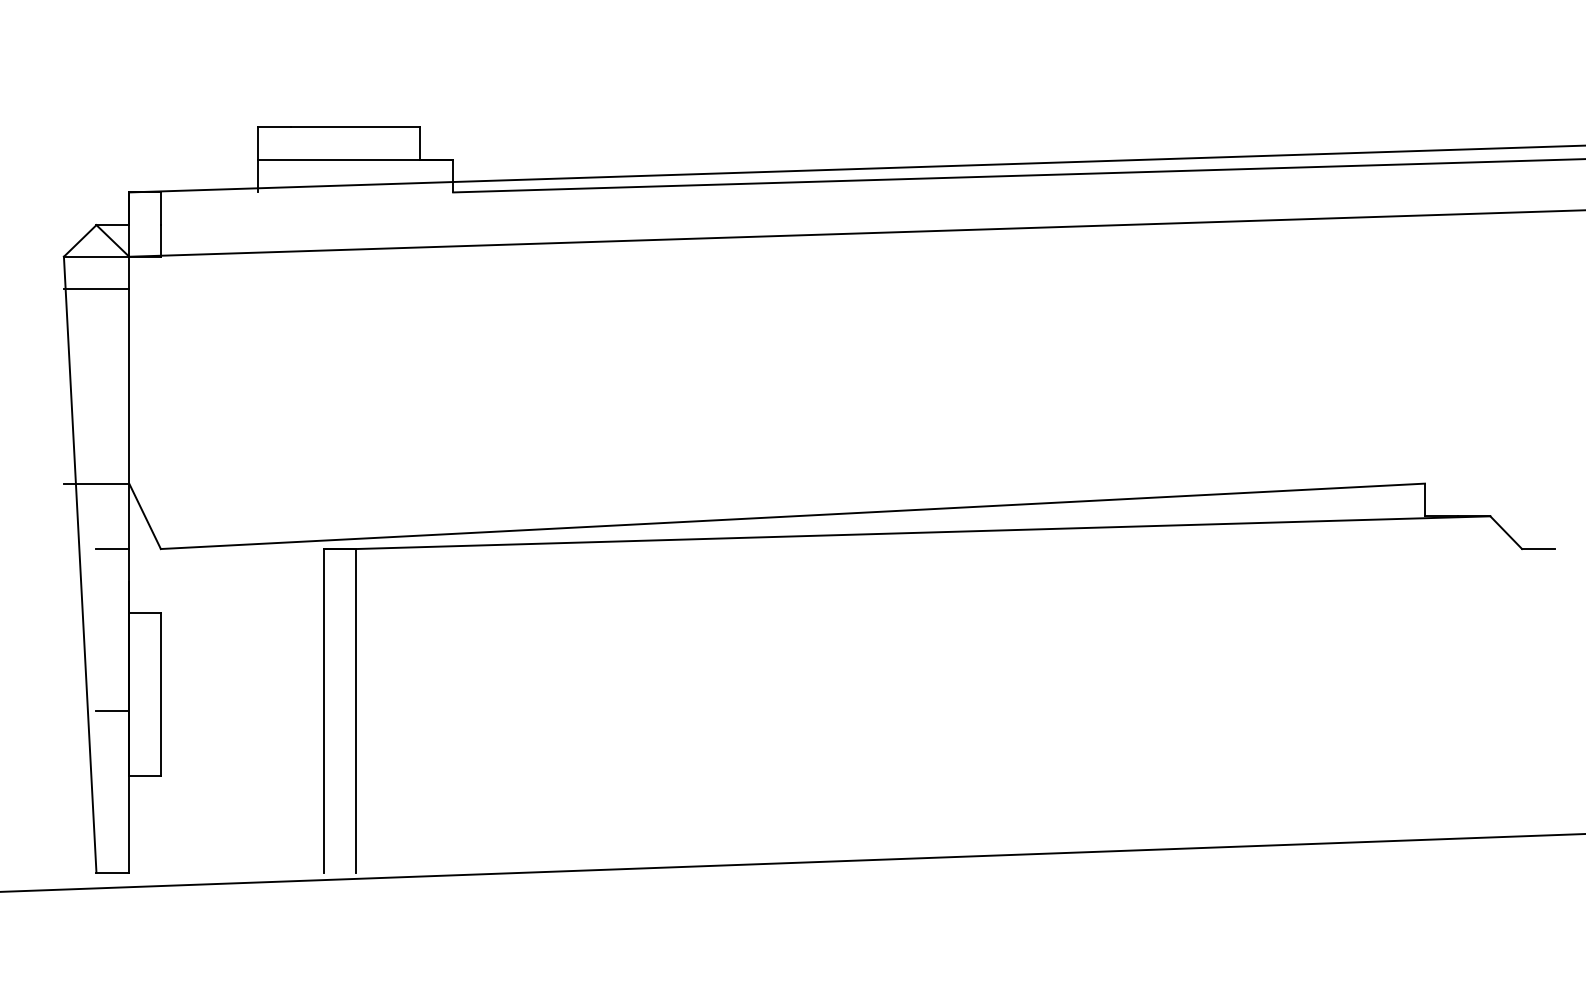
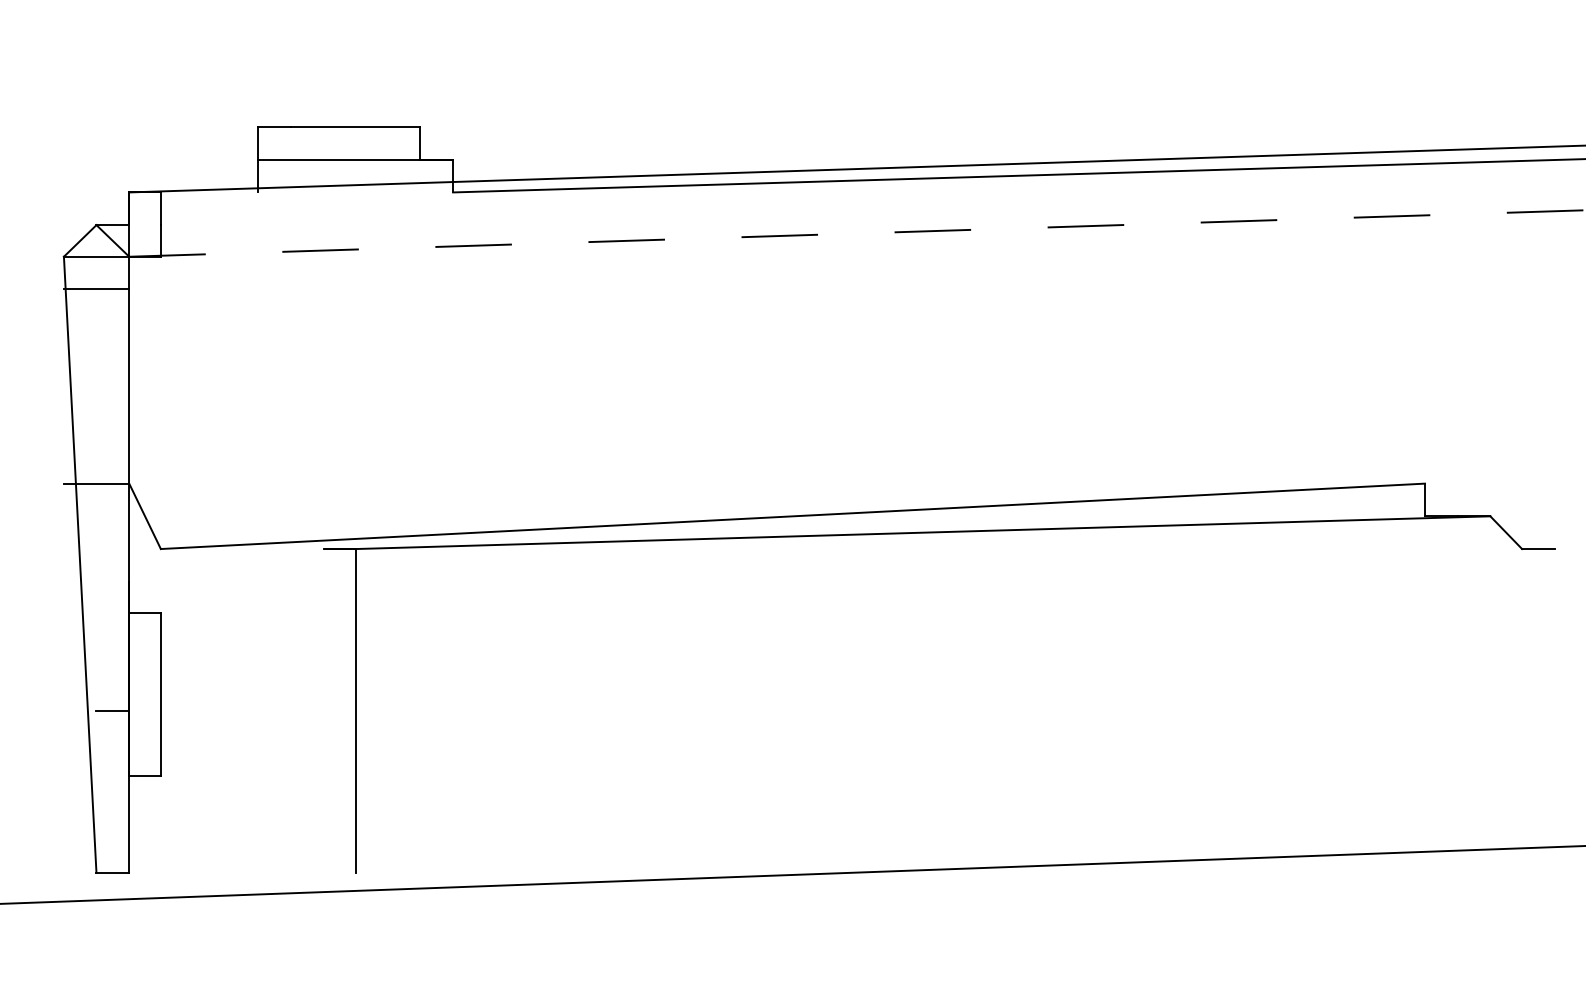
line at (857, 233): solid -> dashed
line at (112, 549): present -> none
line at (323, 711): present -> none
line at (792, 862) position: (792, 862) -> (792, 874)
